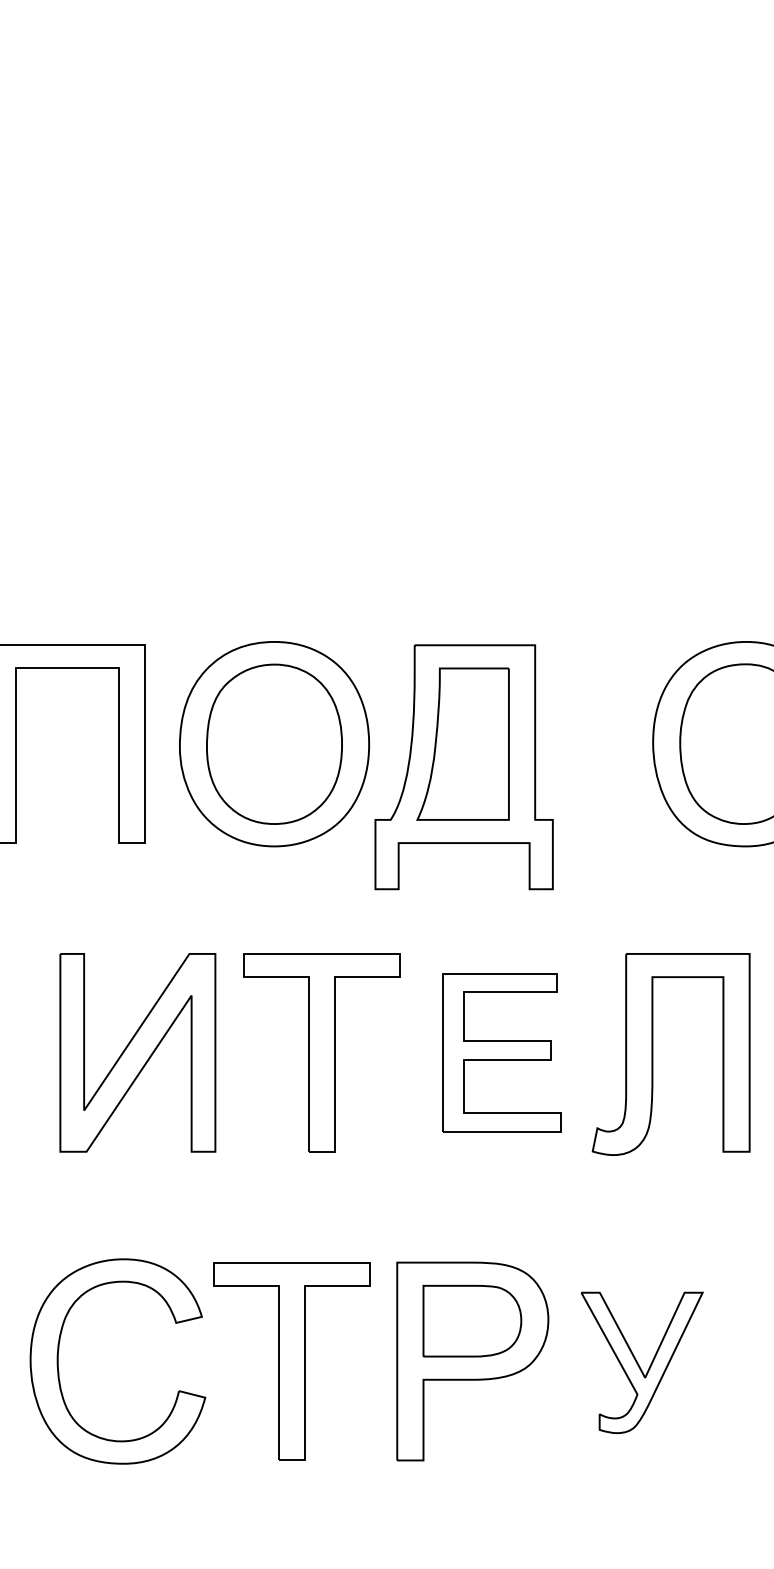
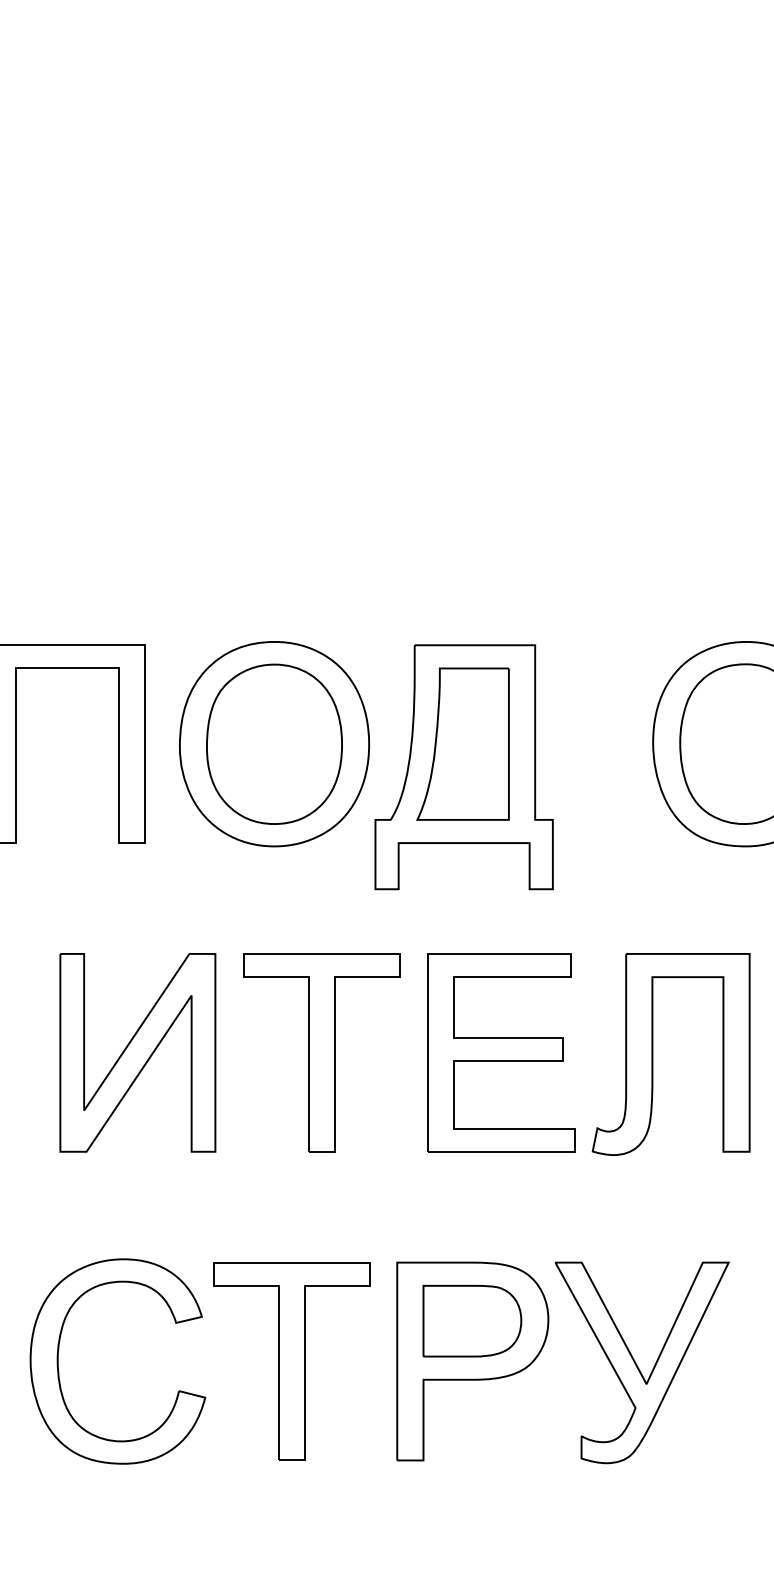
part at (501, 1052) size: 120x160 px -> 149x200 px
part at (641, 1362) size: 124x143 px -> 176x204 px
